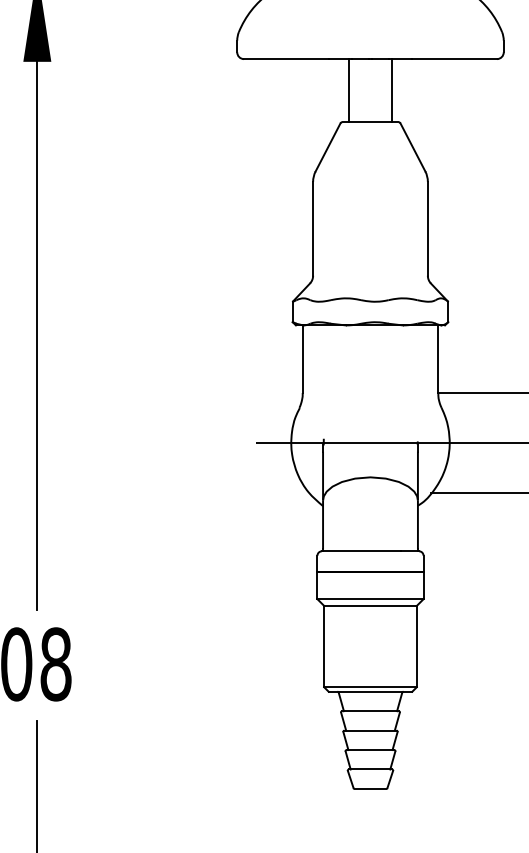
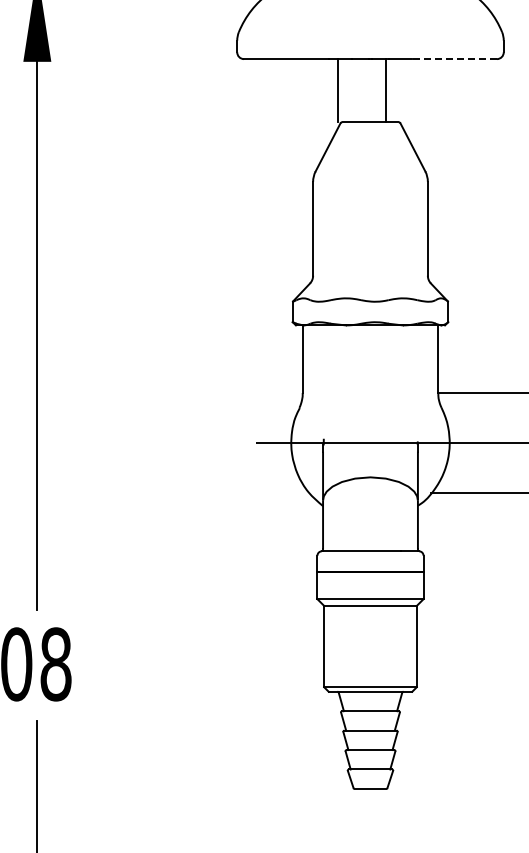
line at (454, 59): solid -> dashed
line at (349, 90) position: (349, 90) -> (338, 90)
line at (391, 90) position: (391, 90) -> (385, 90)
